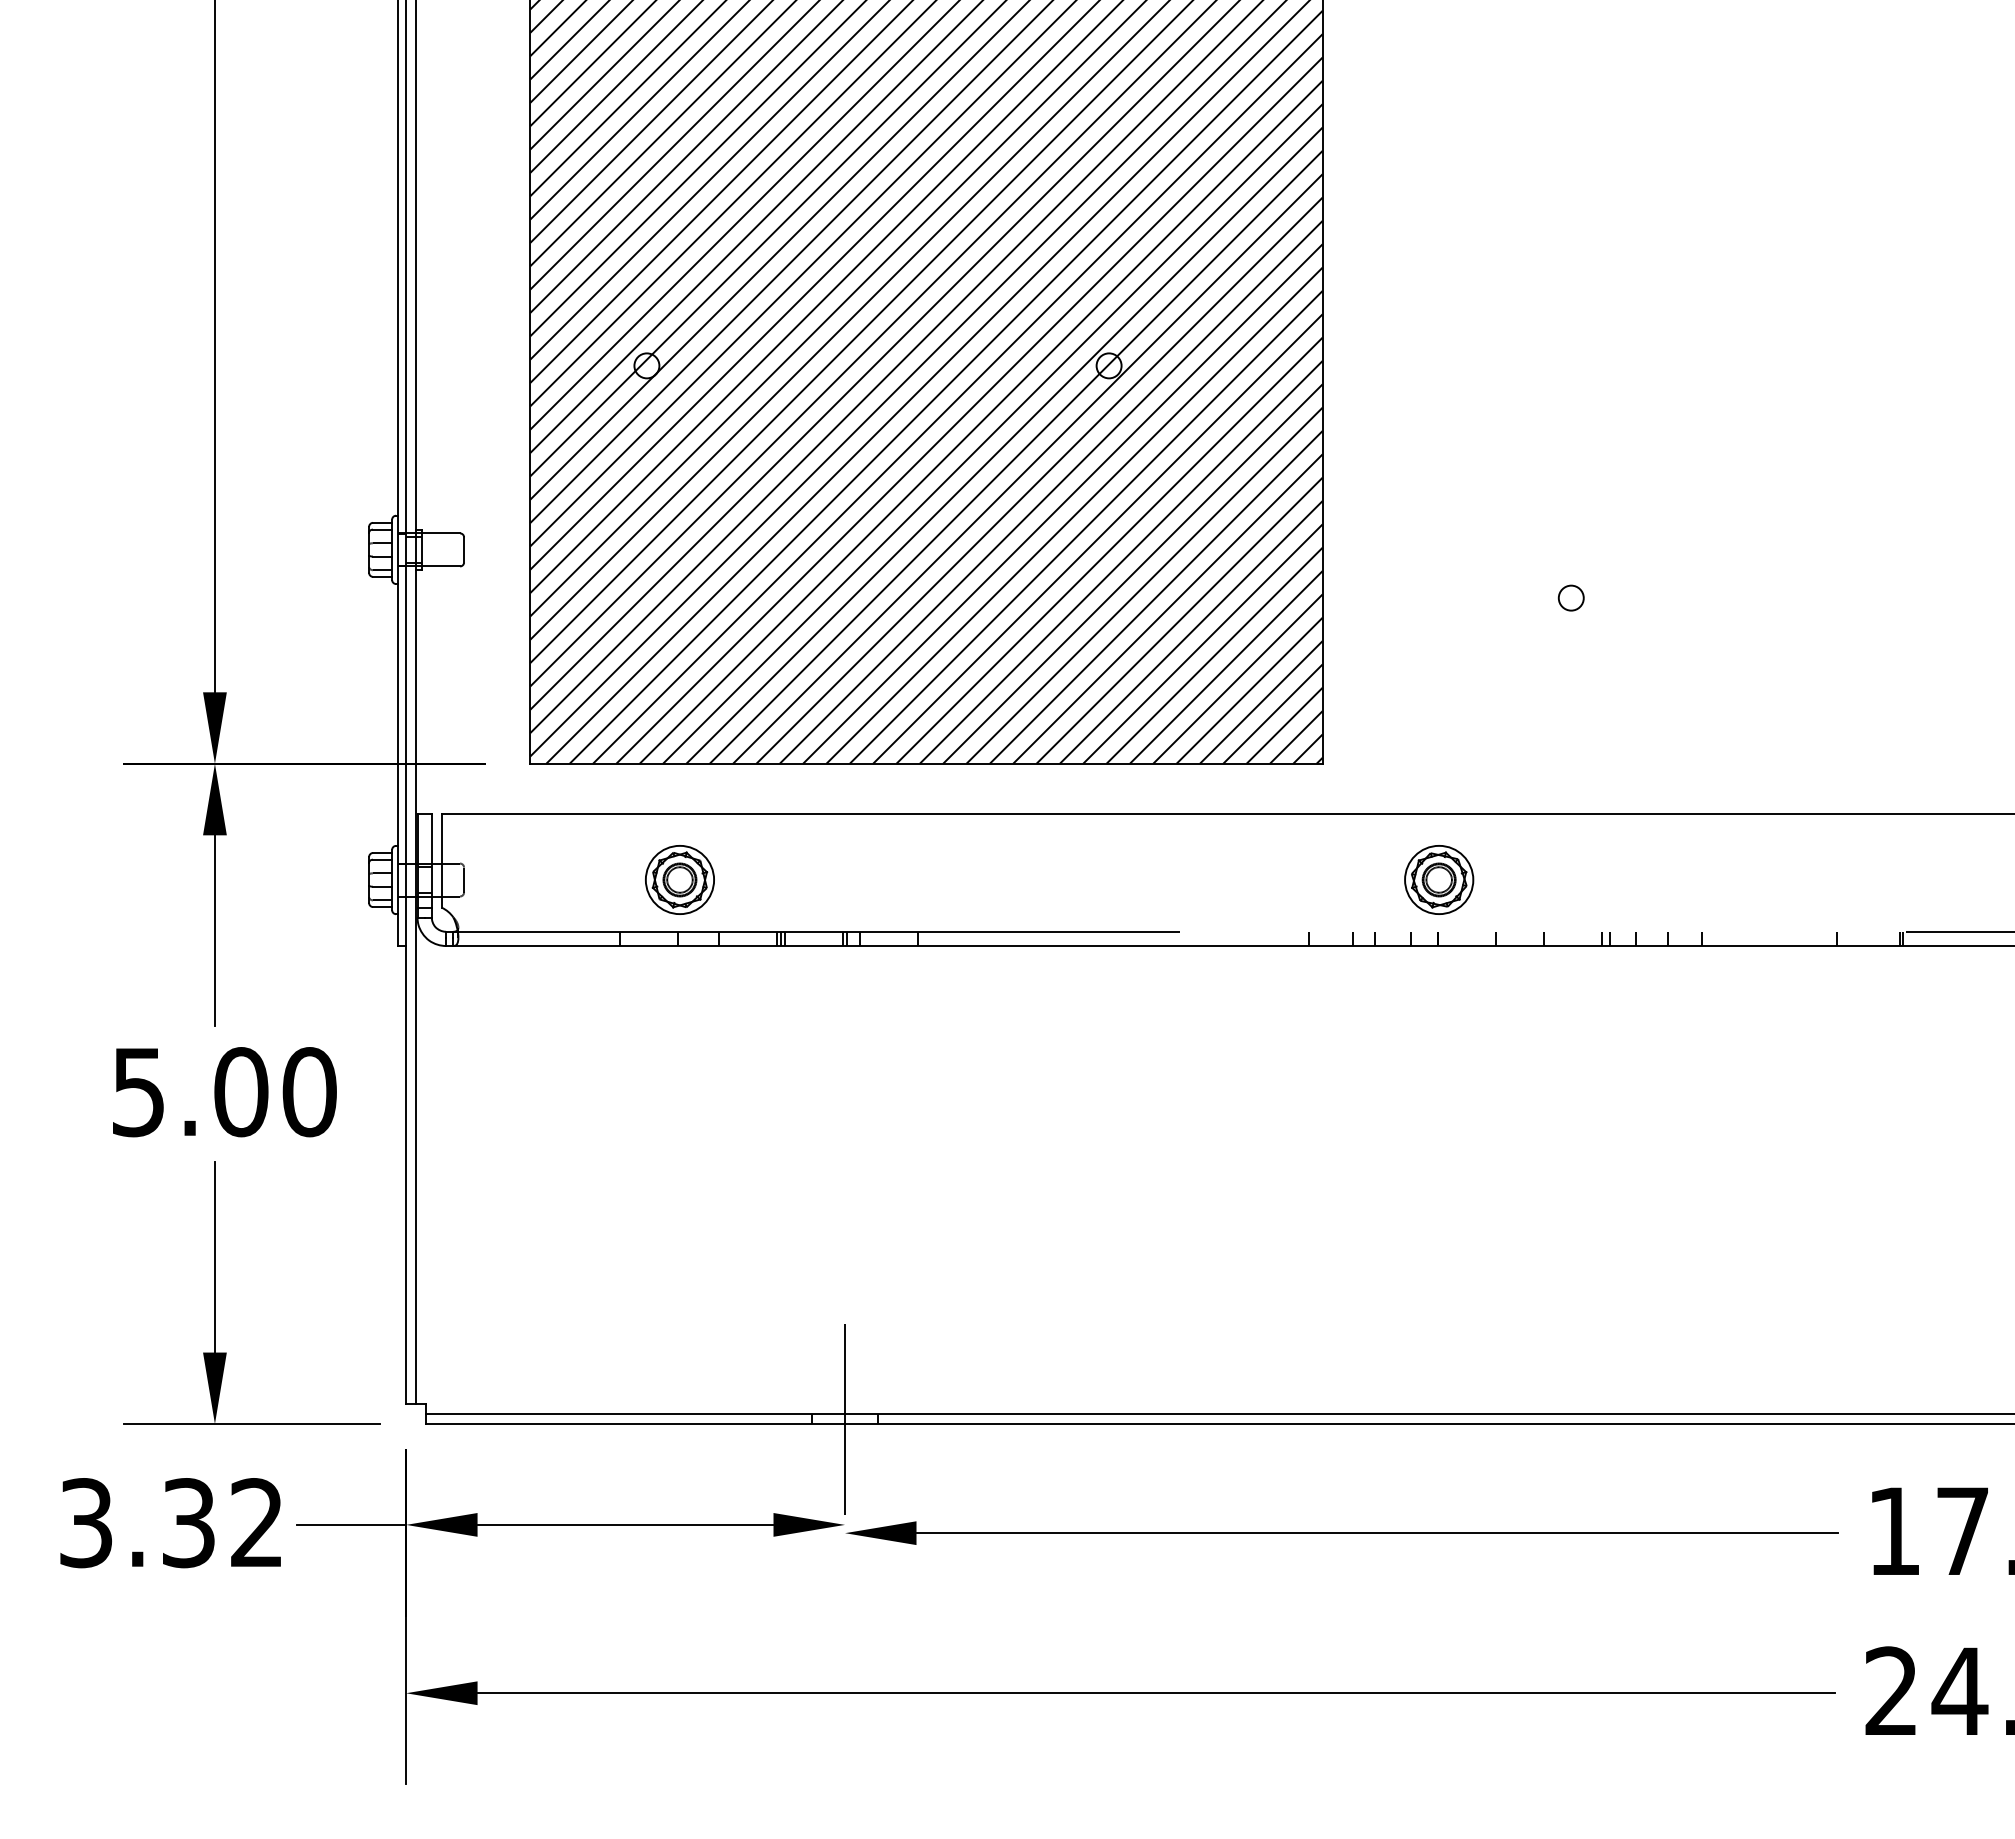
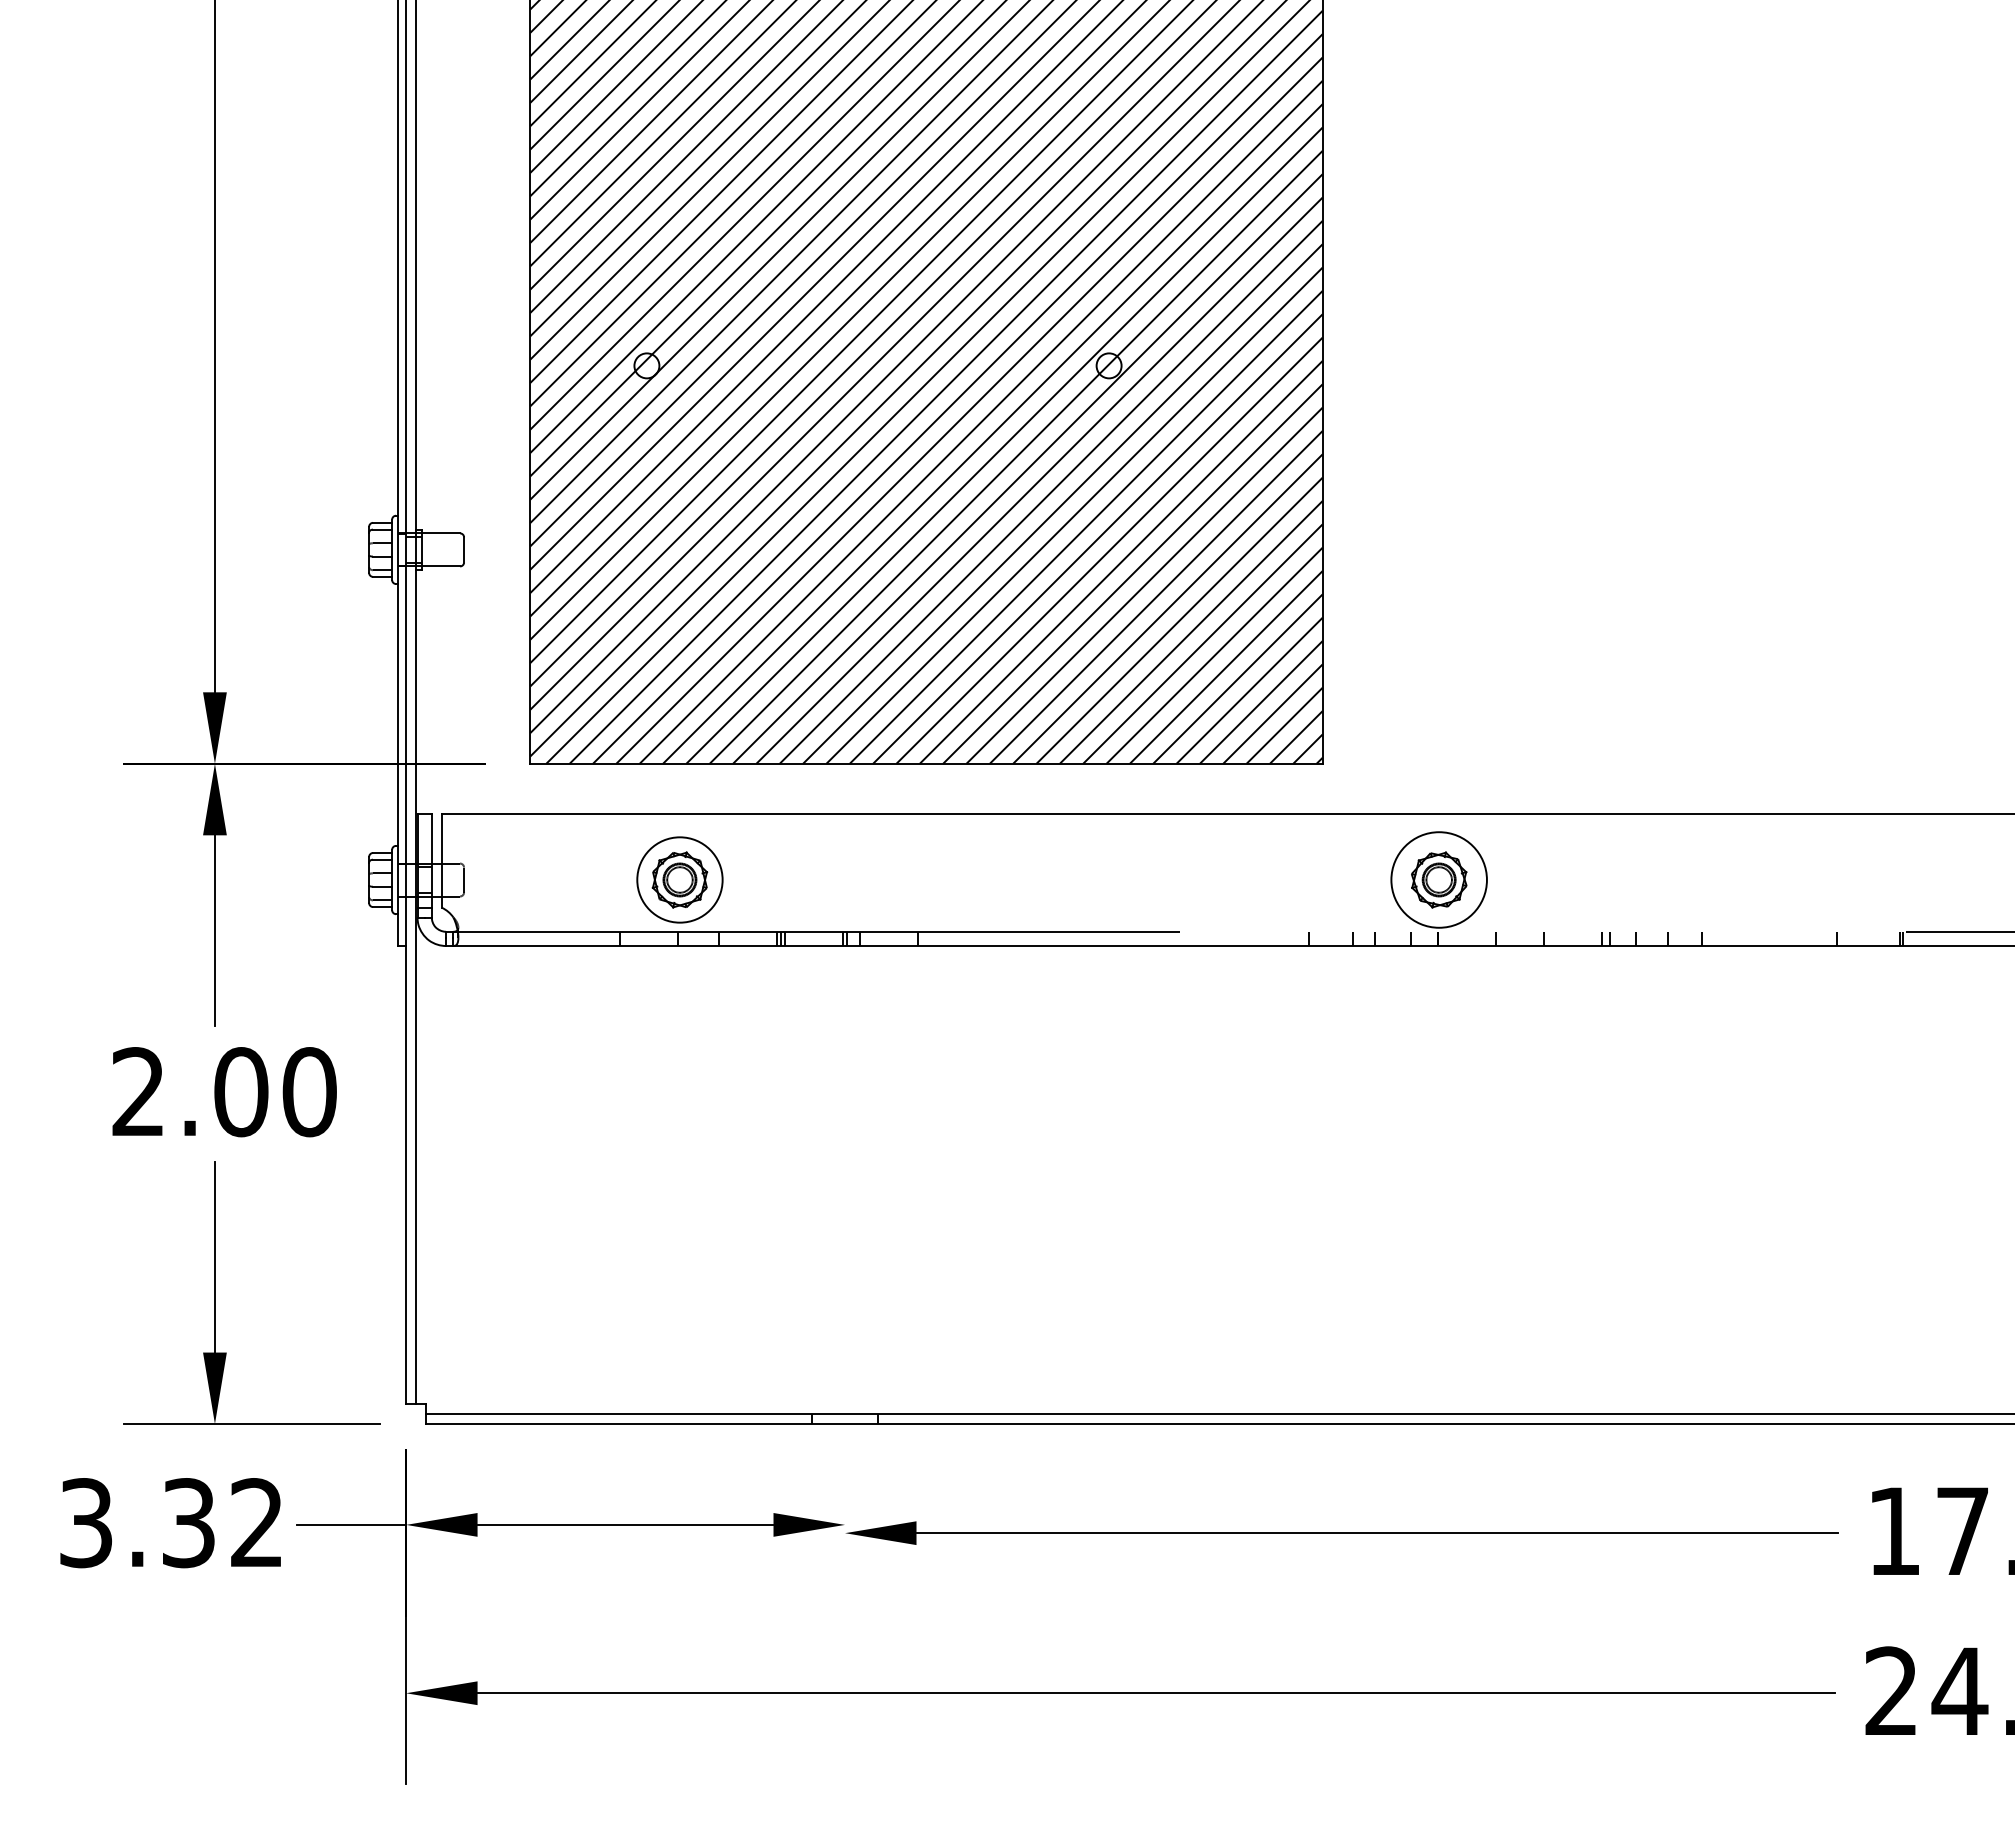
circle at (1570, 597): present -> none
circle at (679, 879) diameter: 68 px -> 85 px
circle at (1439, 879) diameter: 68 px -> 96 px
text at (137, 1092): 5.00 -> 2.00
line at (845, 1418): present -> none
